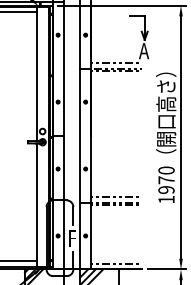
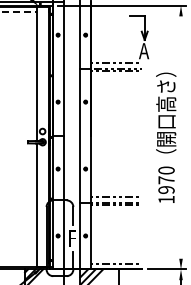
line at (18, 12): solid -> dashed
line at (181, 137): present -> none
line at (19, 261): present -> none
